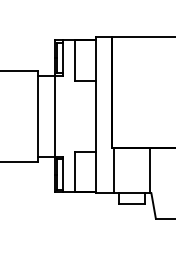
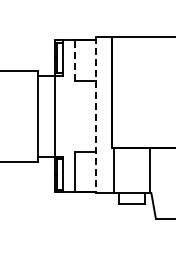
line at (75, 60): solid -> dashed
line at (95, 115): solid -> dashed
